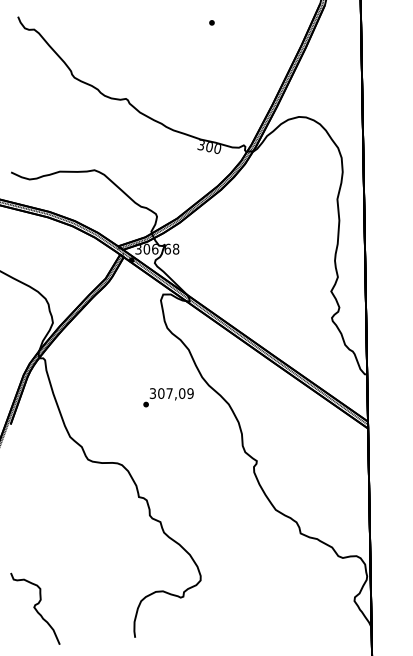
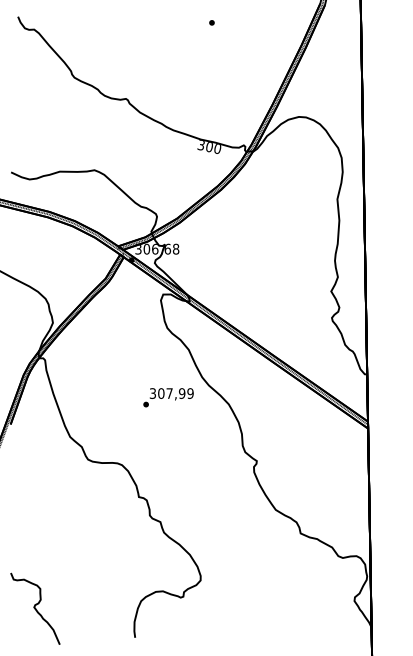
text at (181, 393): 307,09 -> 307,99
